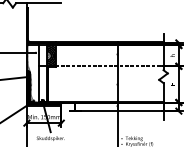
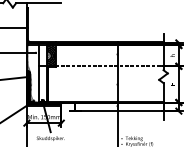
line at (14, 27): none -> present
